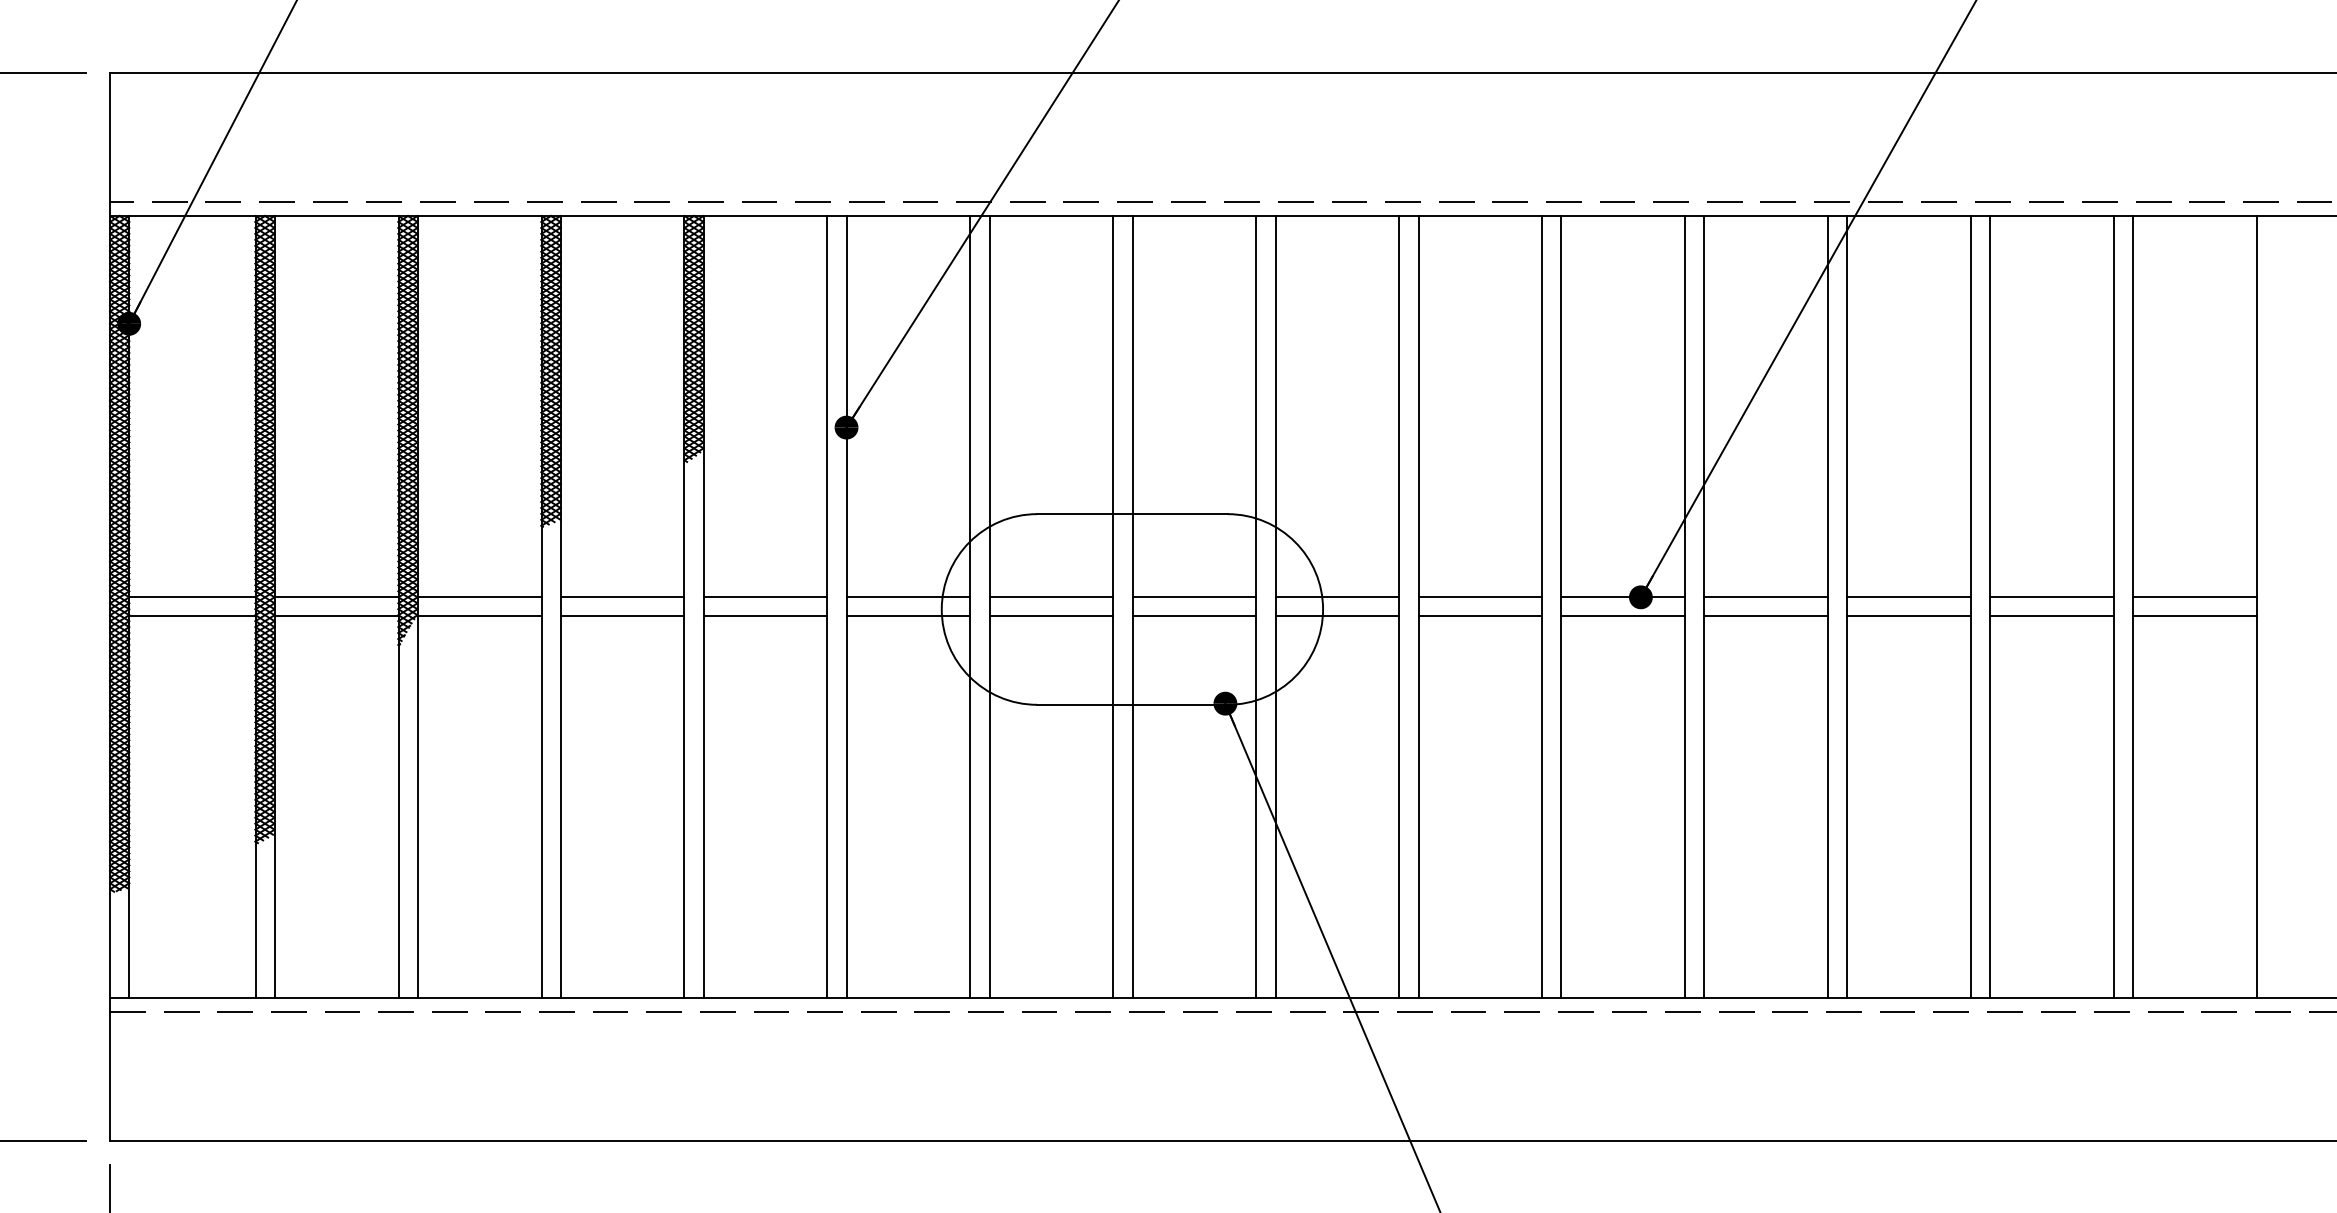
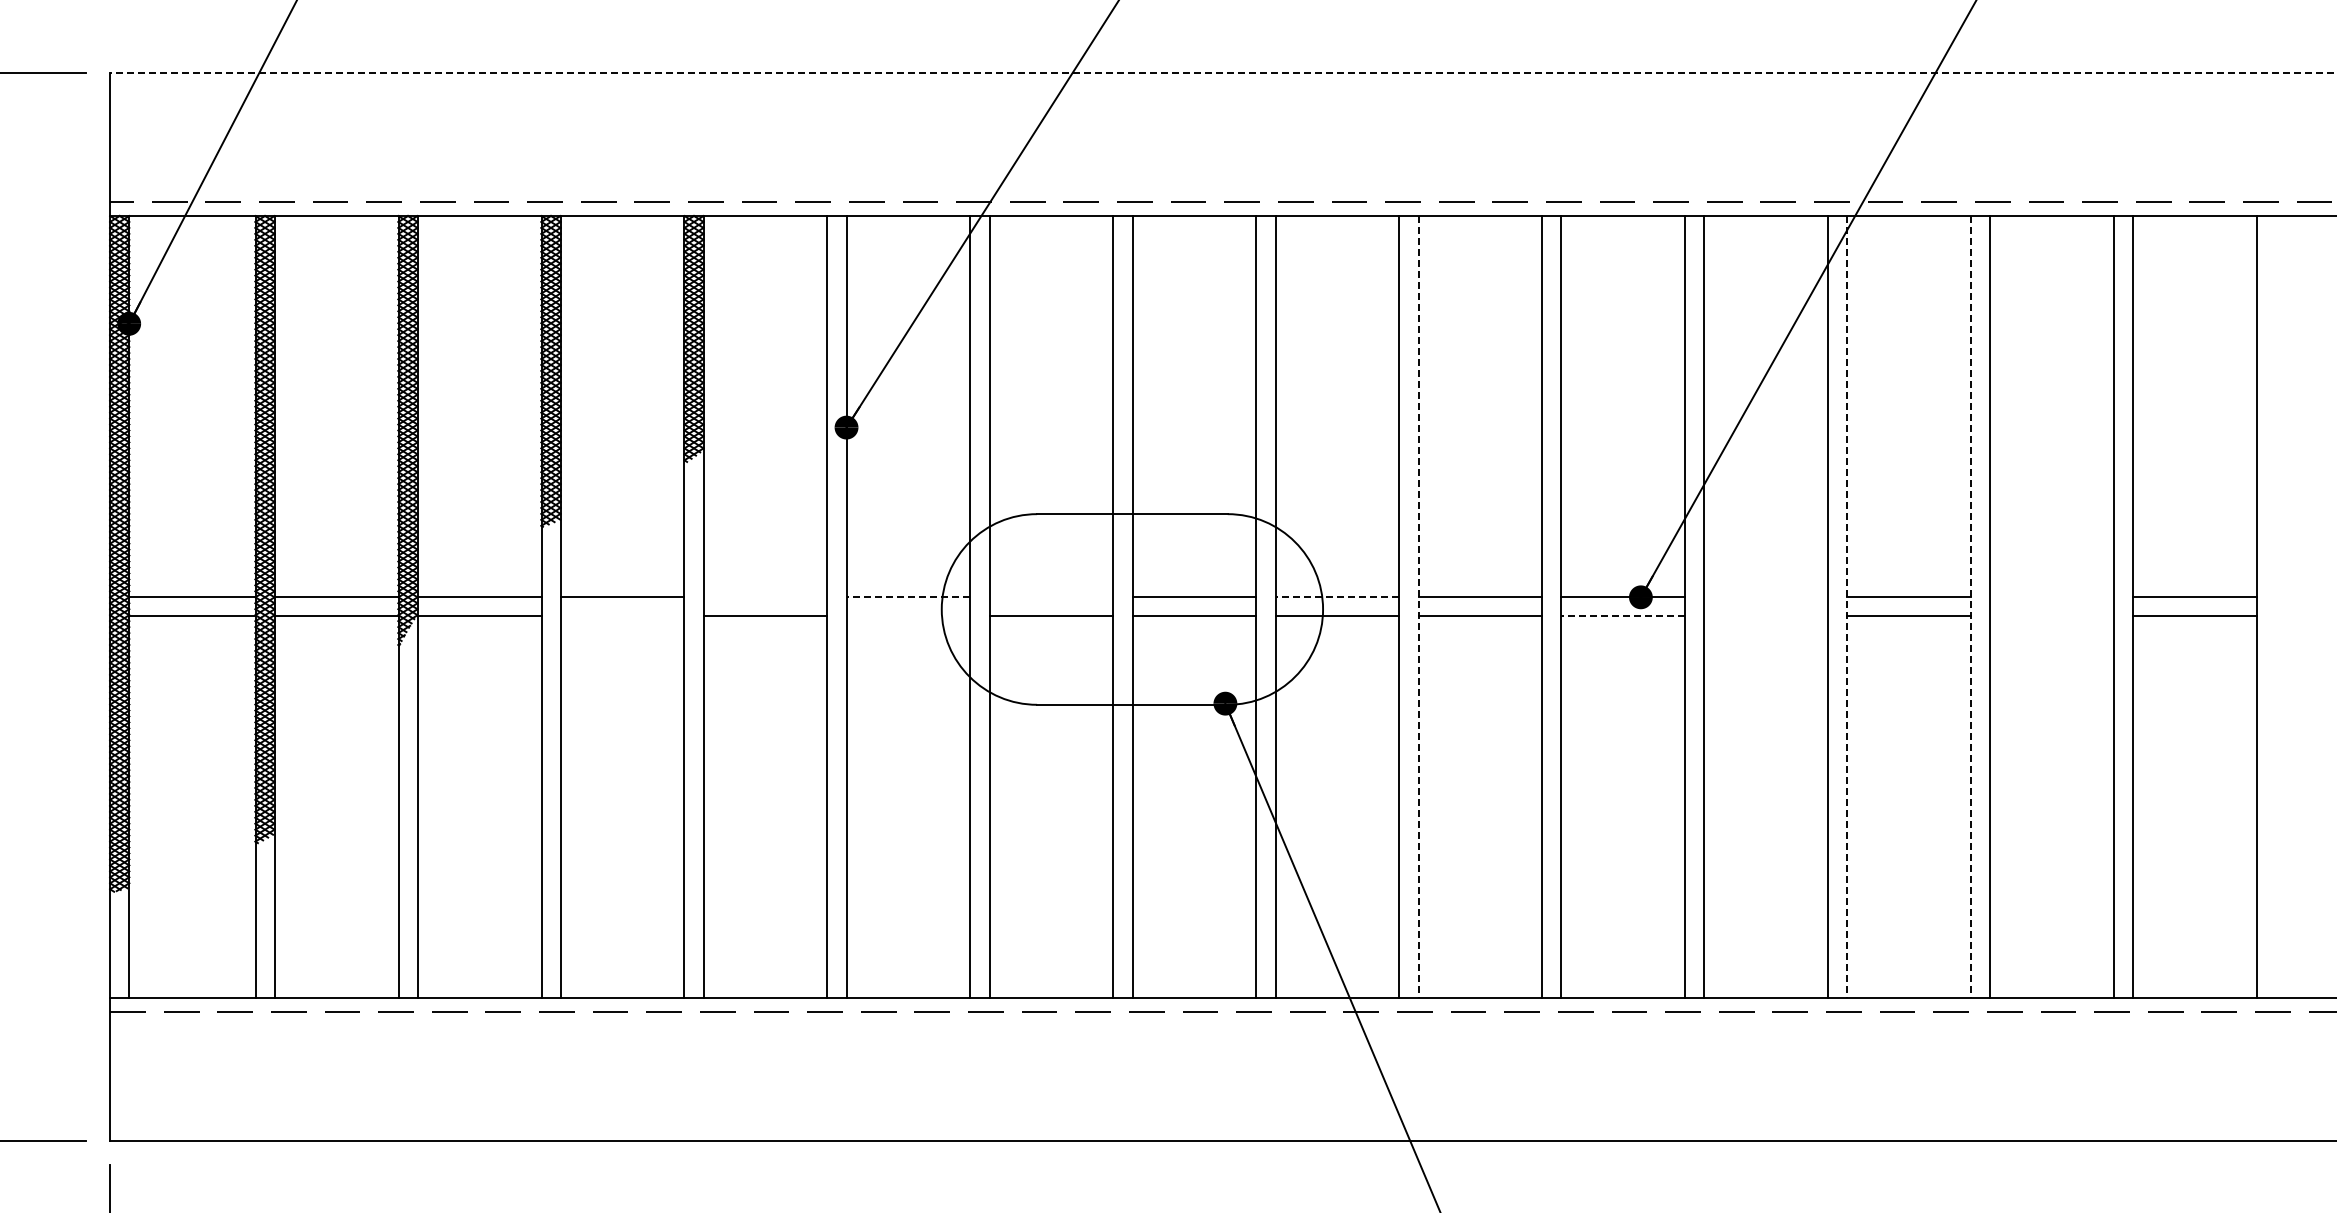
line at (1223, 73): solid -> dashed
line at (765, 597): present -> none
line at (908, 597): solid -> dashed
line at (1051, 597): present -> none
line at (1337, 597): solid -> dashed
line at (1766, 597): present -> none
line at (2052, 597): present -> none
line at (1418, 606): solid -> dashed
line at (1847, 606): solid -> dashed
line at (1971, 606): solid -> dashed
line at (622, 616): present -> none
line at (908, 616): present -> none
line at (1623, 616): solid -> dashed
line at (1766, 616): present -> none
line at (2052, 616): present -> none
